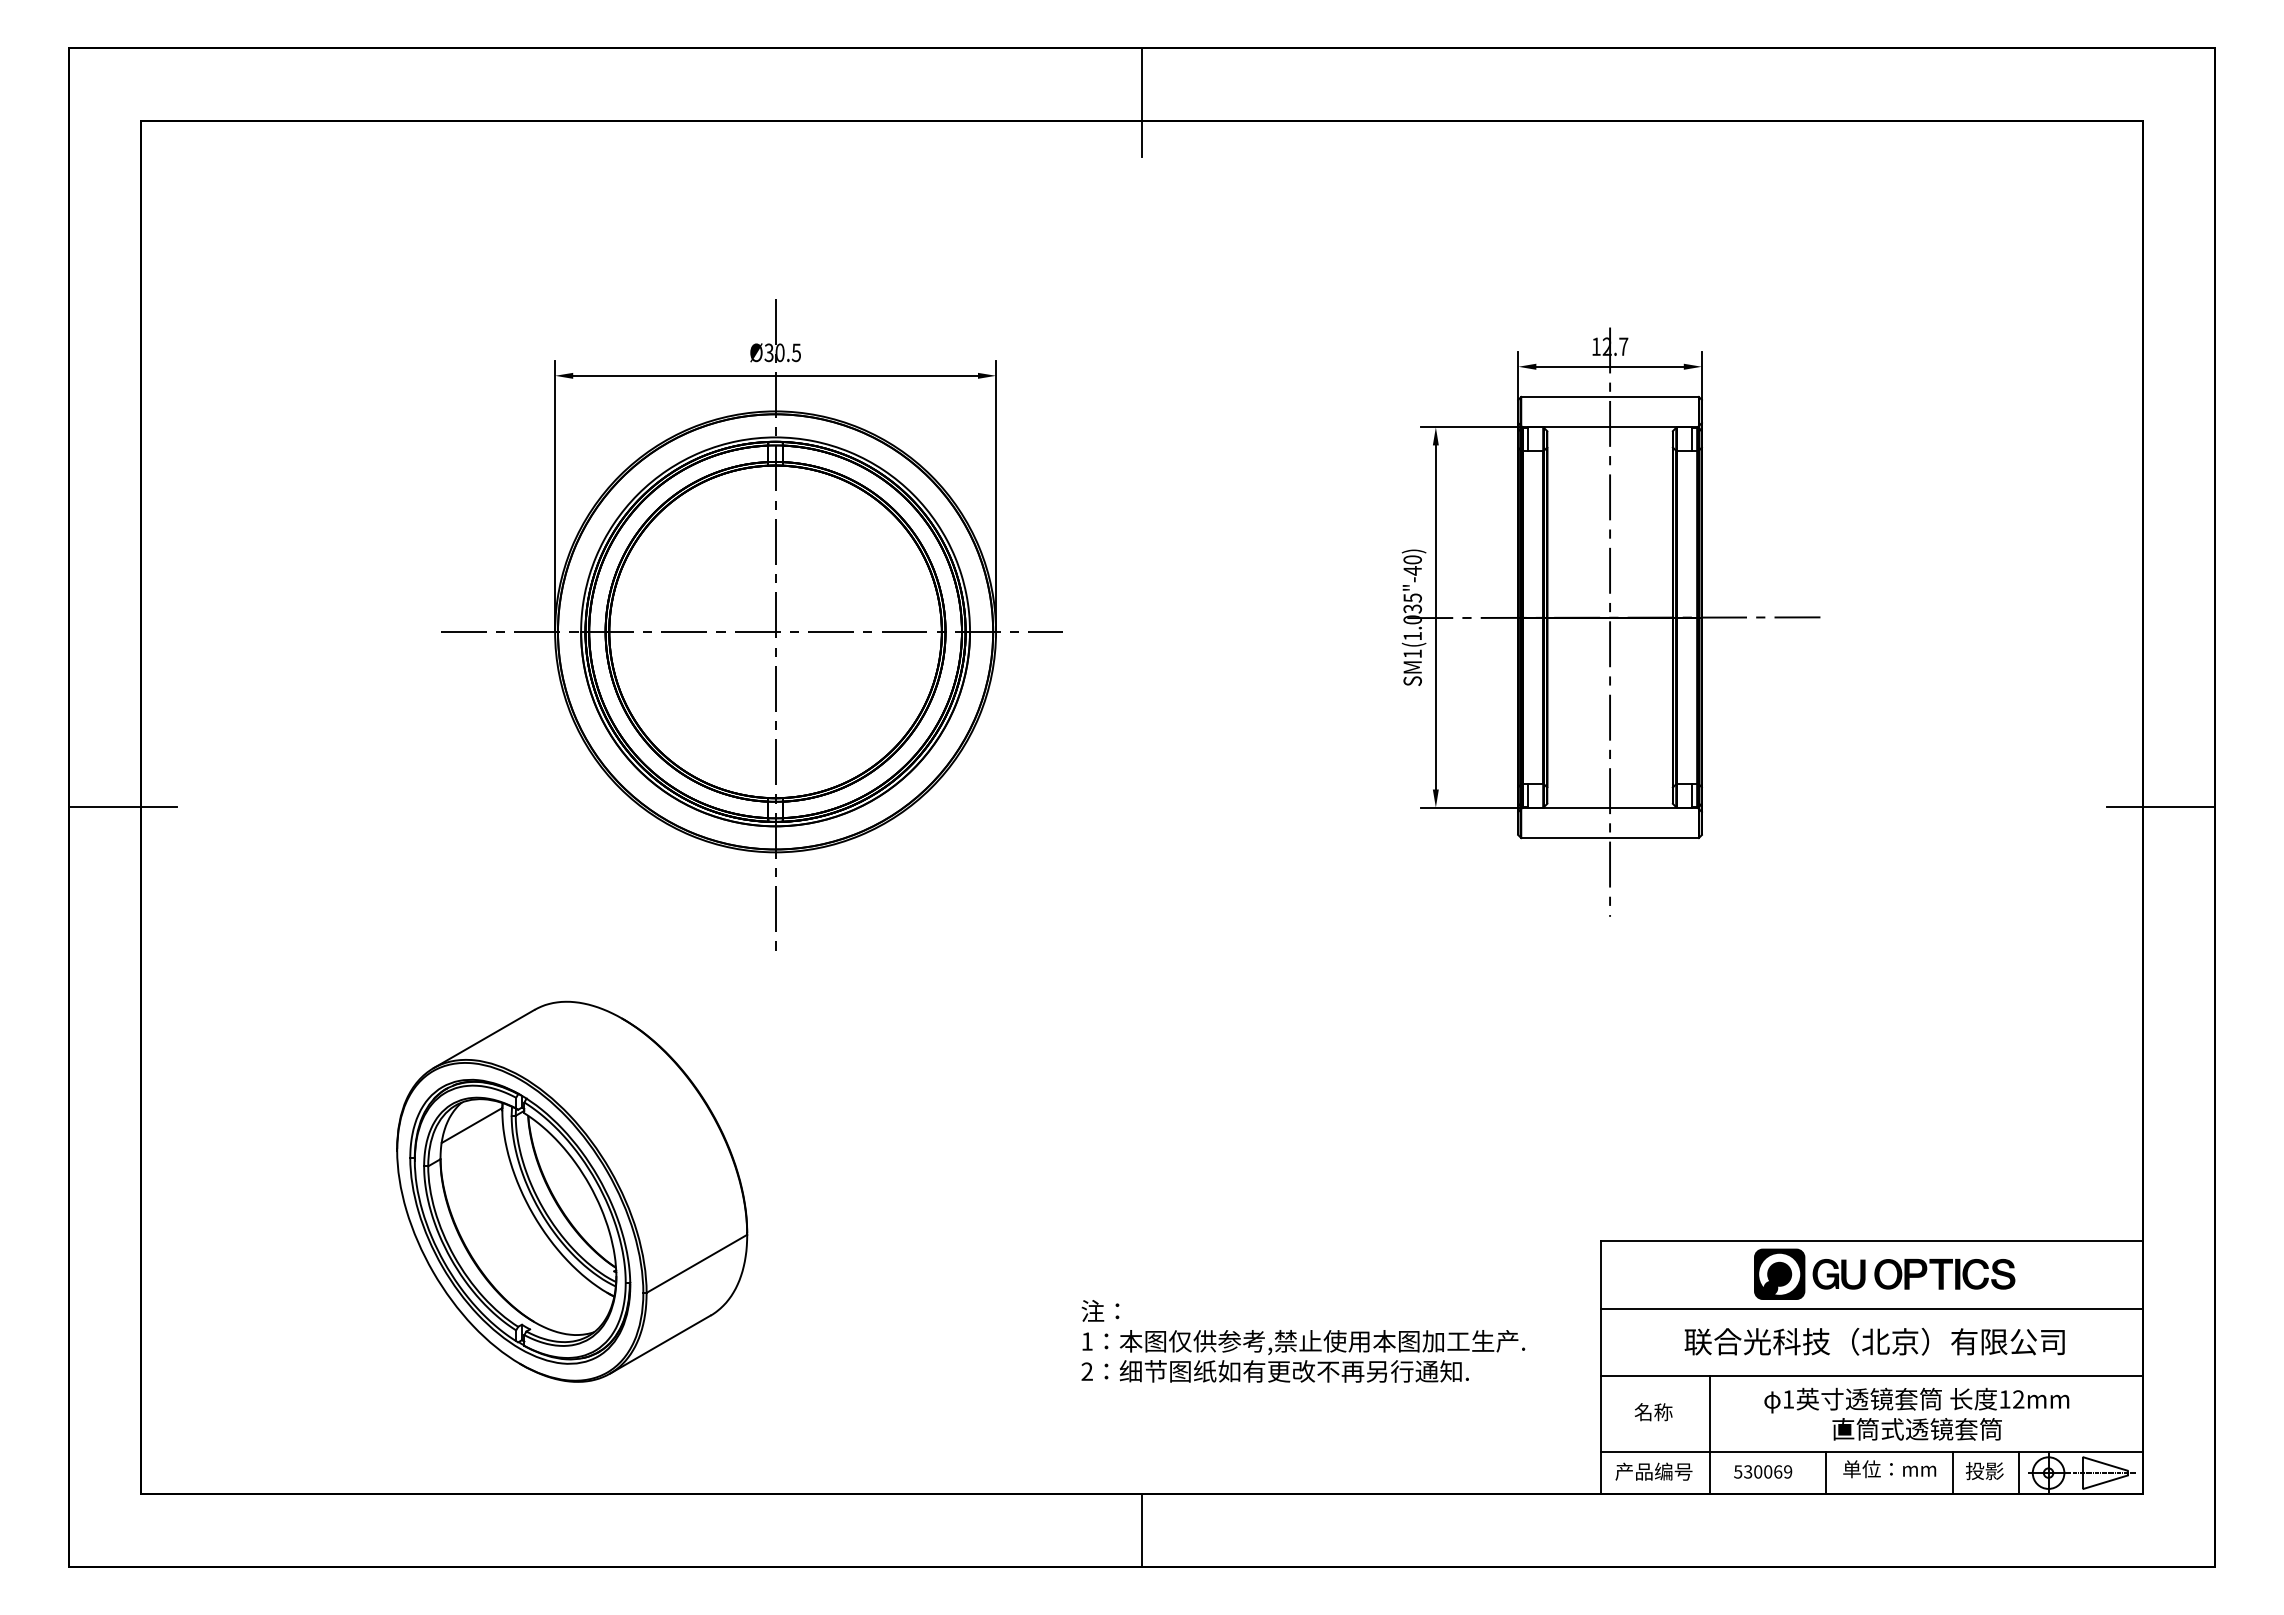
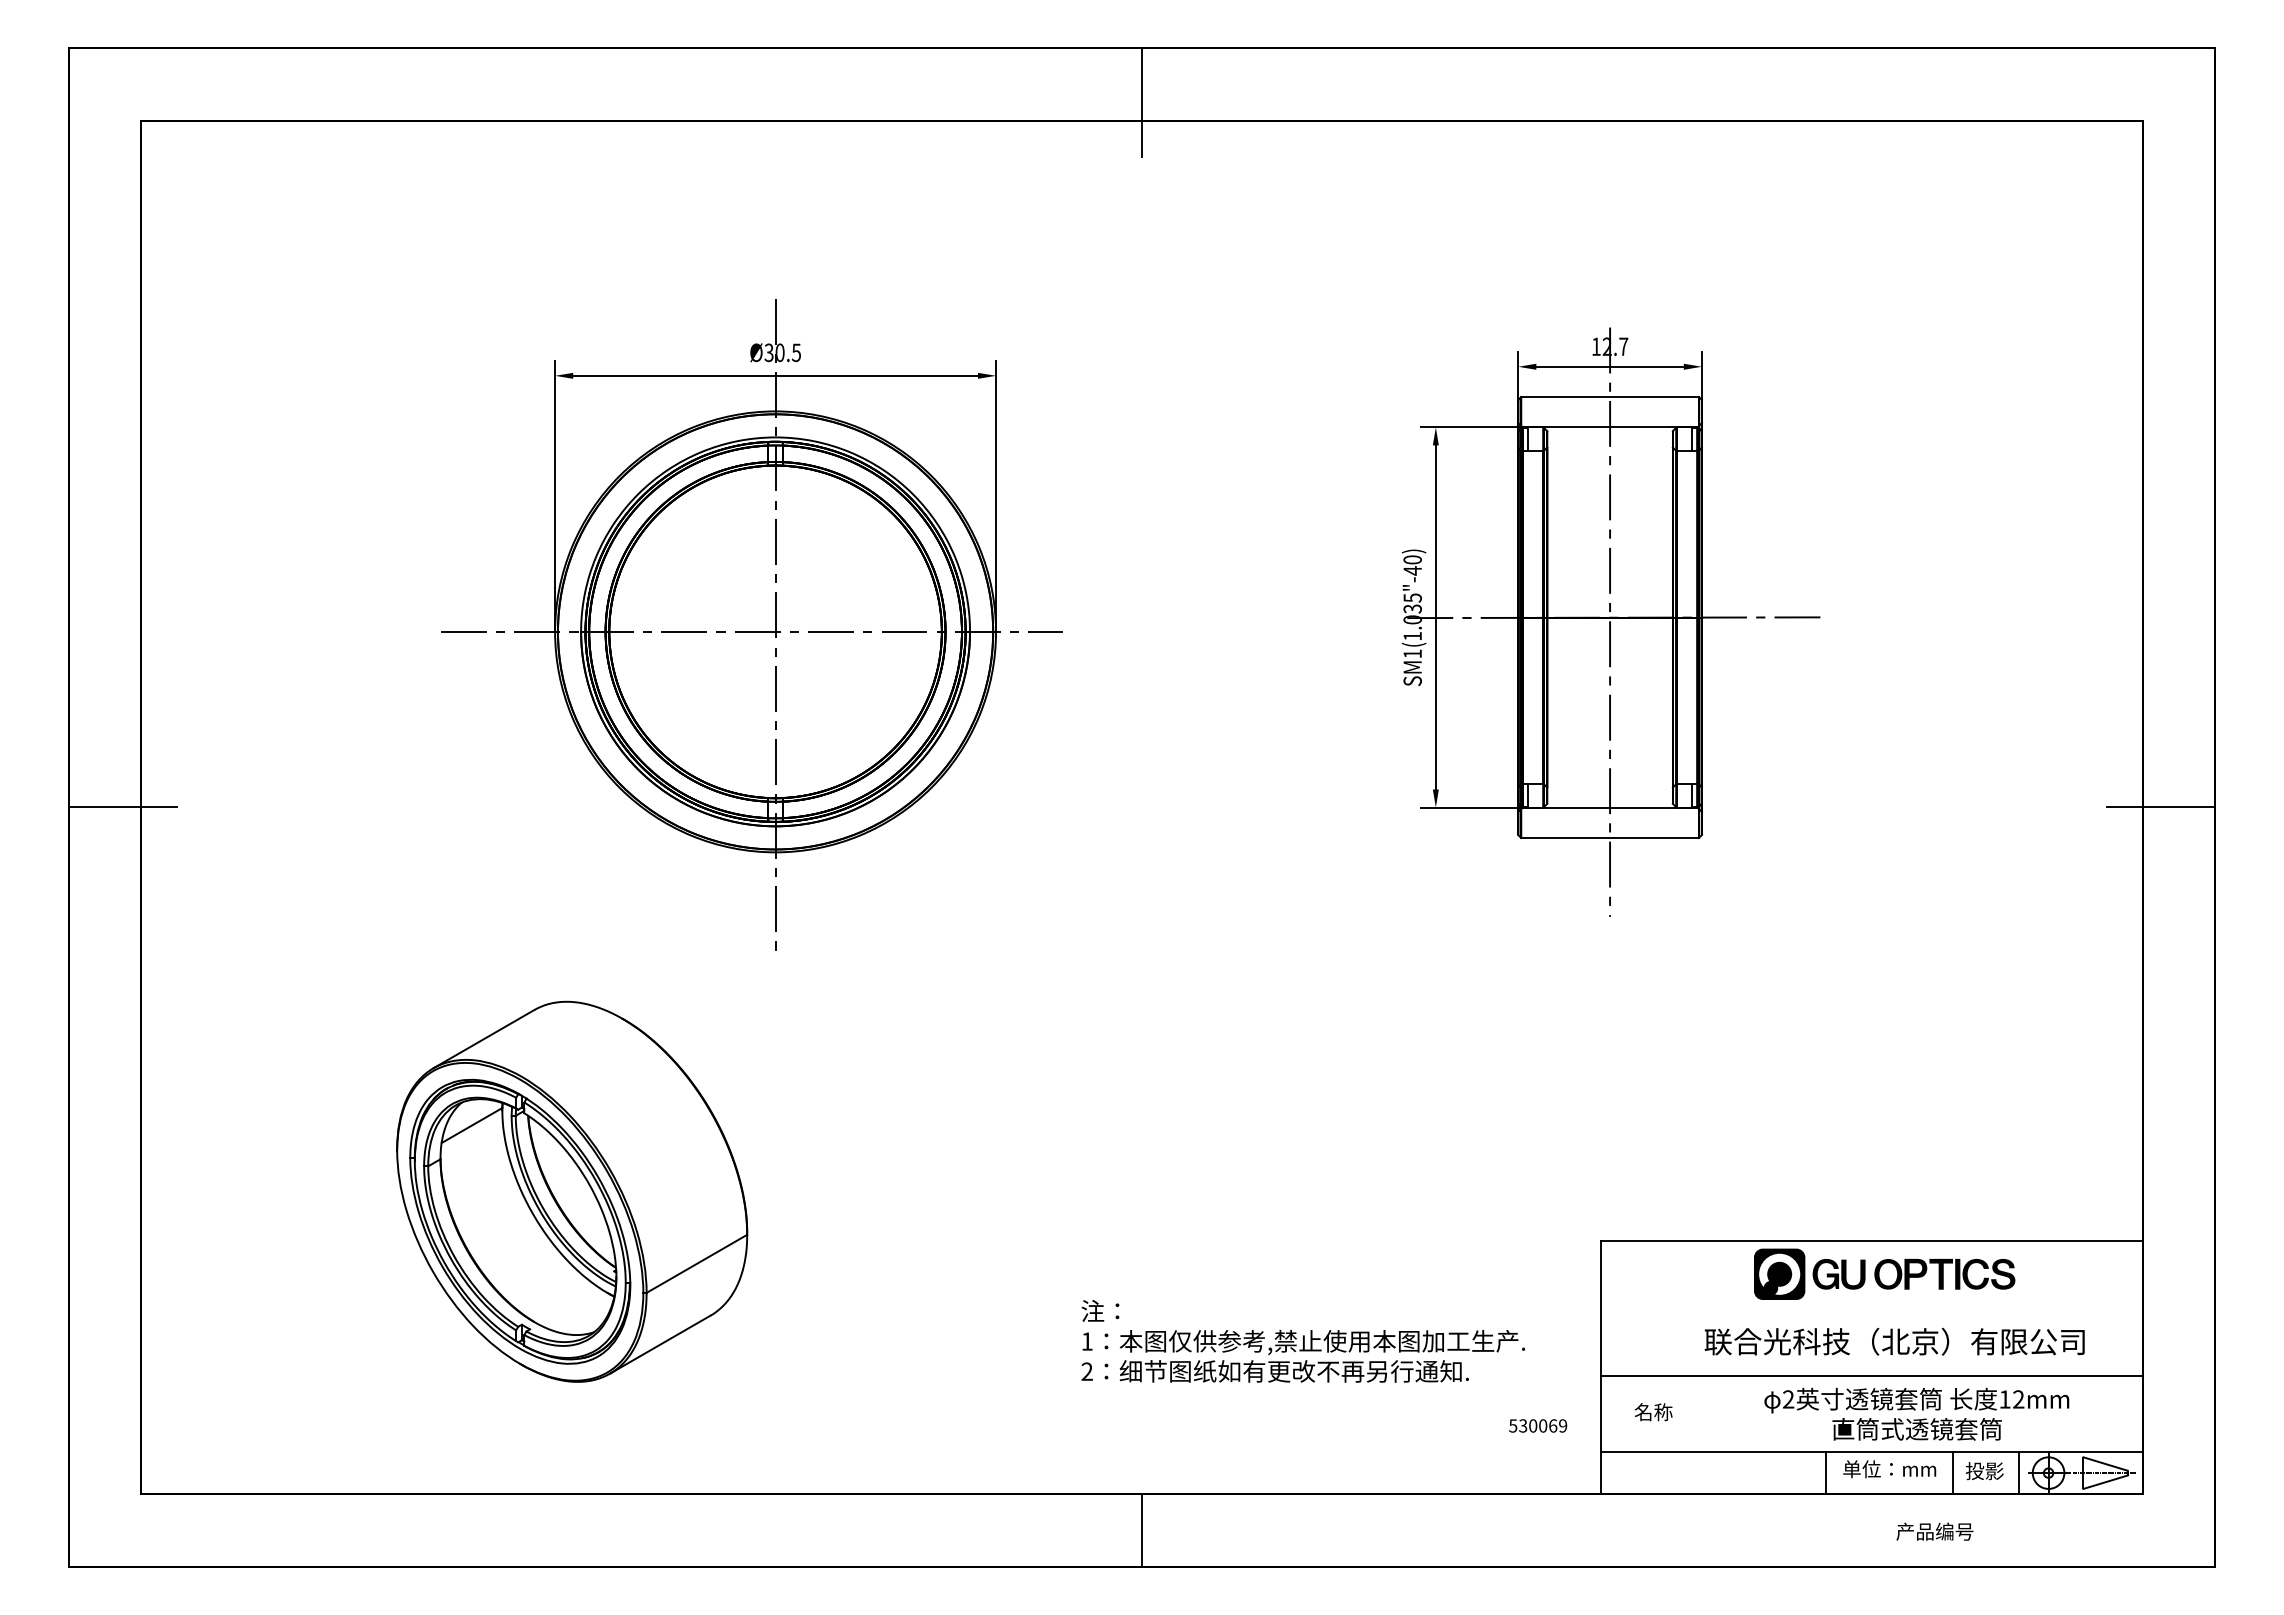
line at (1872, 1308): present -> none
text at (1874, 1341) position: (1874, 1341) -> (1894, 1341)
text at (1788, 1399): 1 -> 2
line at (1710, 1435): present -> none
text at (1653, 1471) position: (1653, 1471) -> (1934, 1531)
text at (1763, 1471) position: (1763, 1471) -> (1538, 1425)
